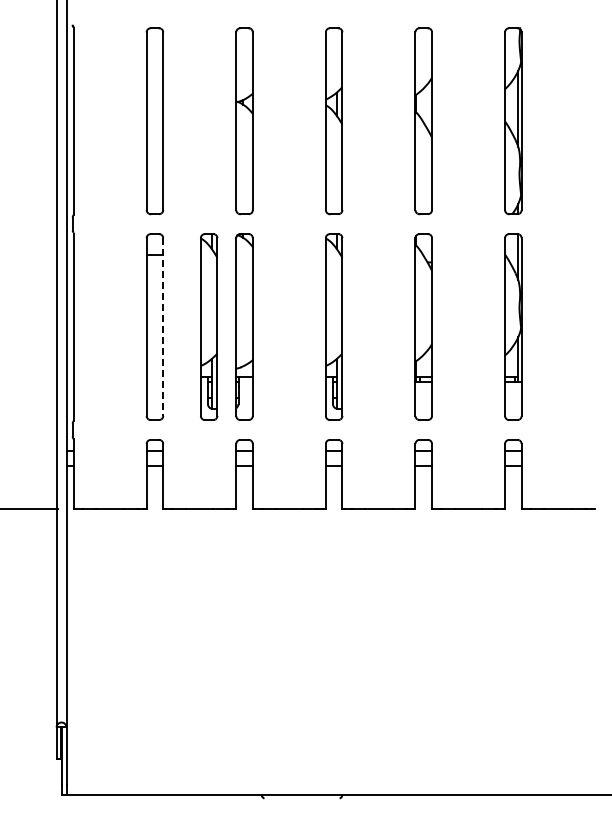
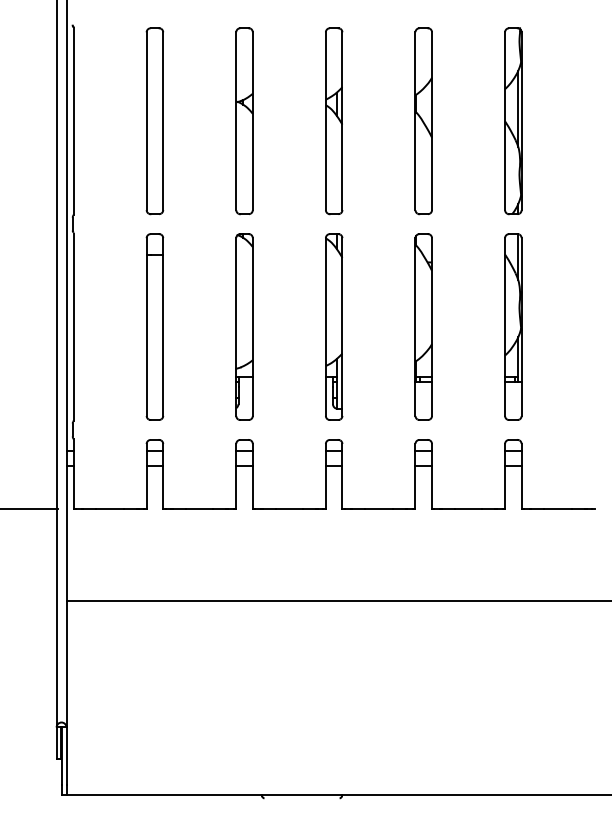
part at (209, 326): present -> none
line at (163, 327): dashed -> solid
line at (337, 601): none -> present
